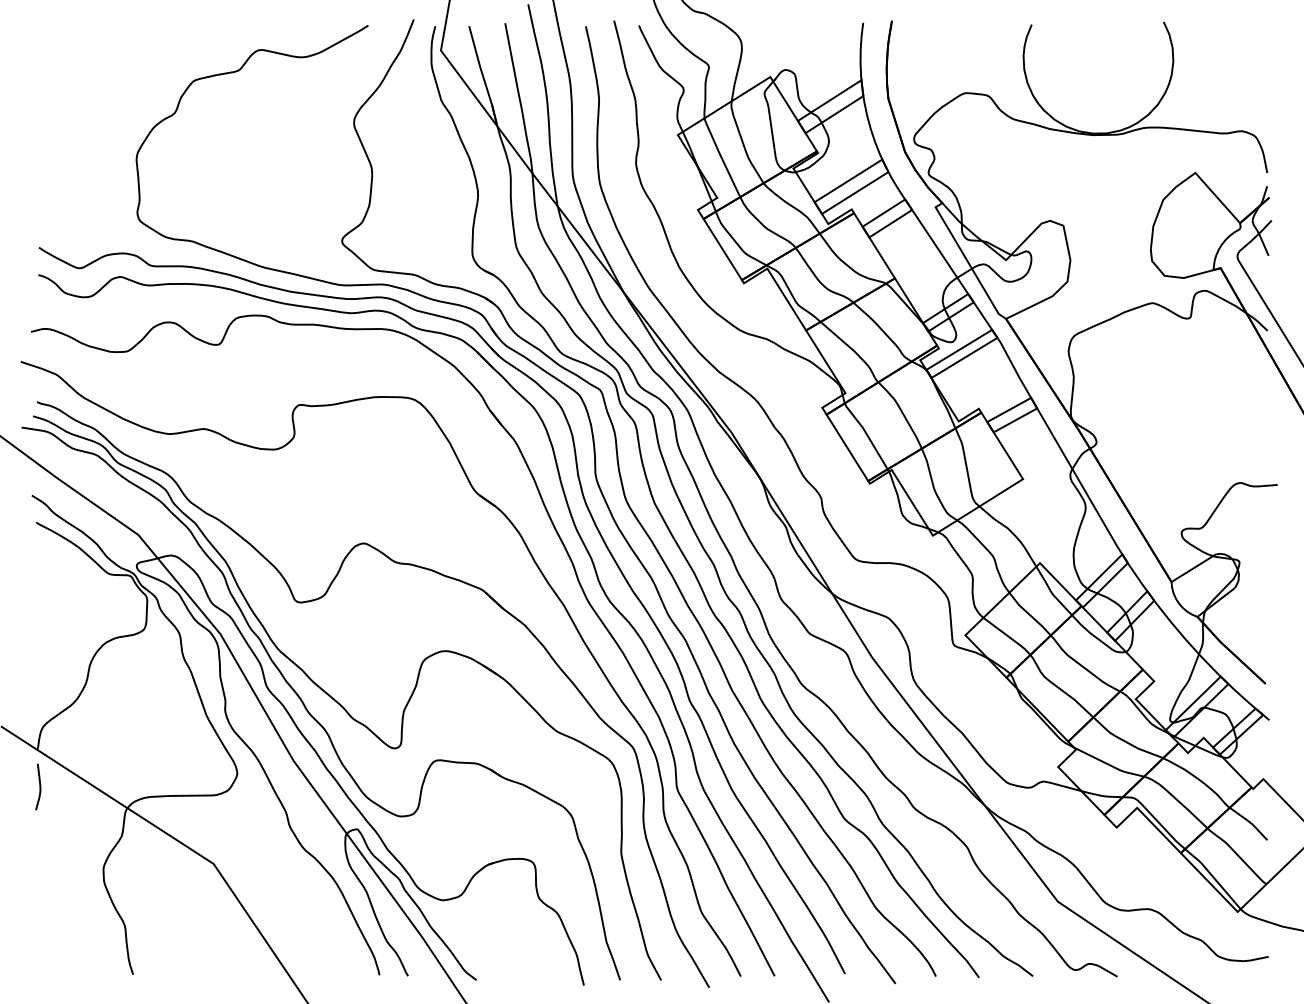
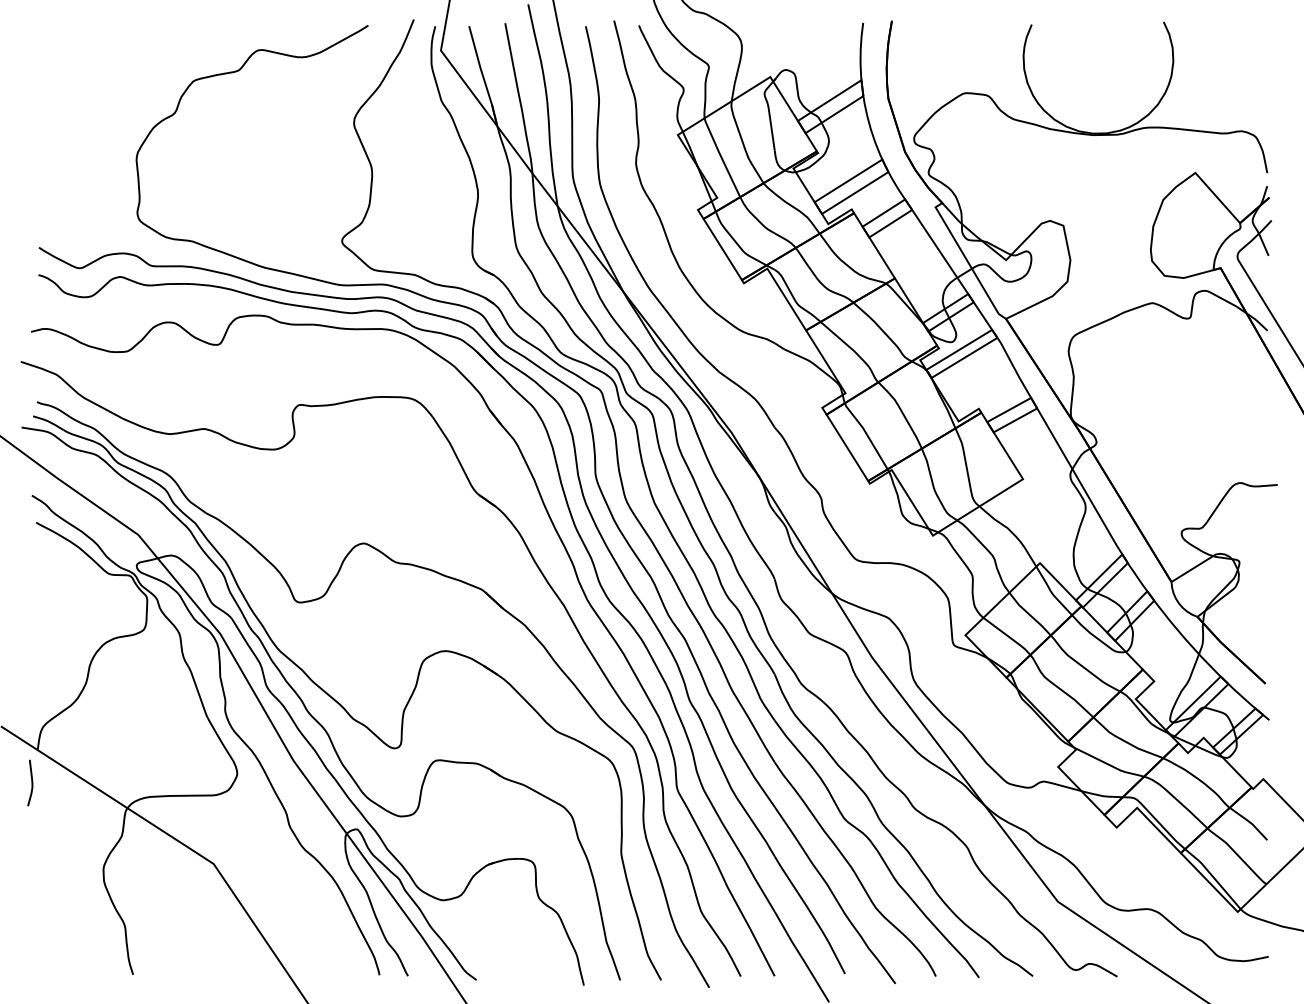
curve at (39, 786) position: (39, 786) -> (31, 782)
